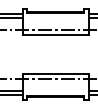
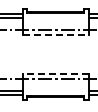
line at (55, 34): solid -> dashed
line at (55, 74): solid -> dashed
